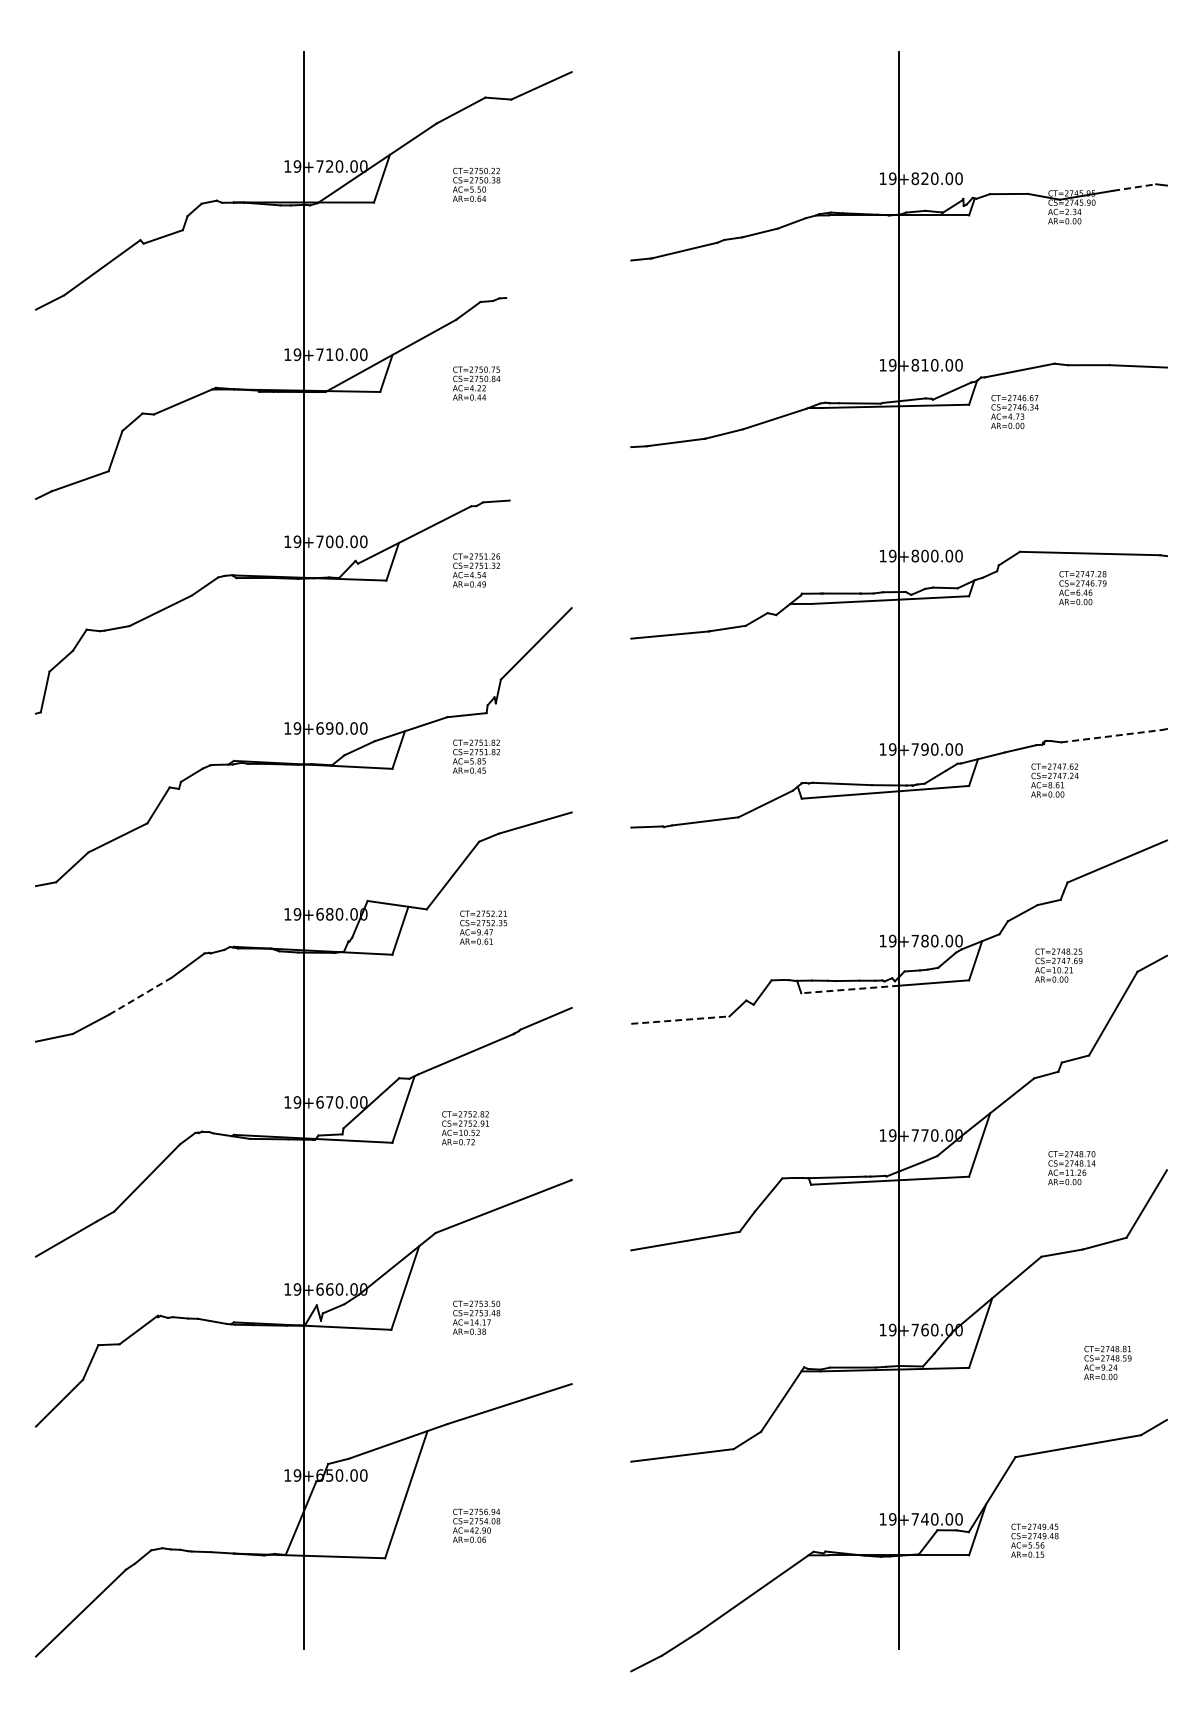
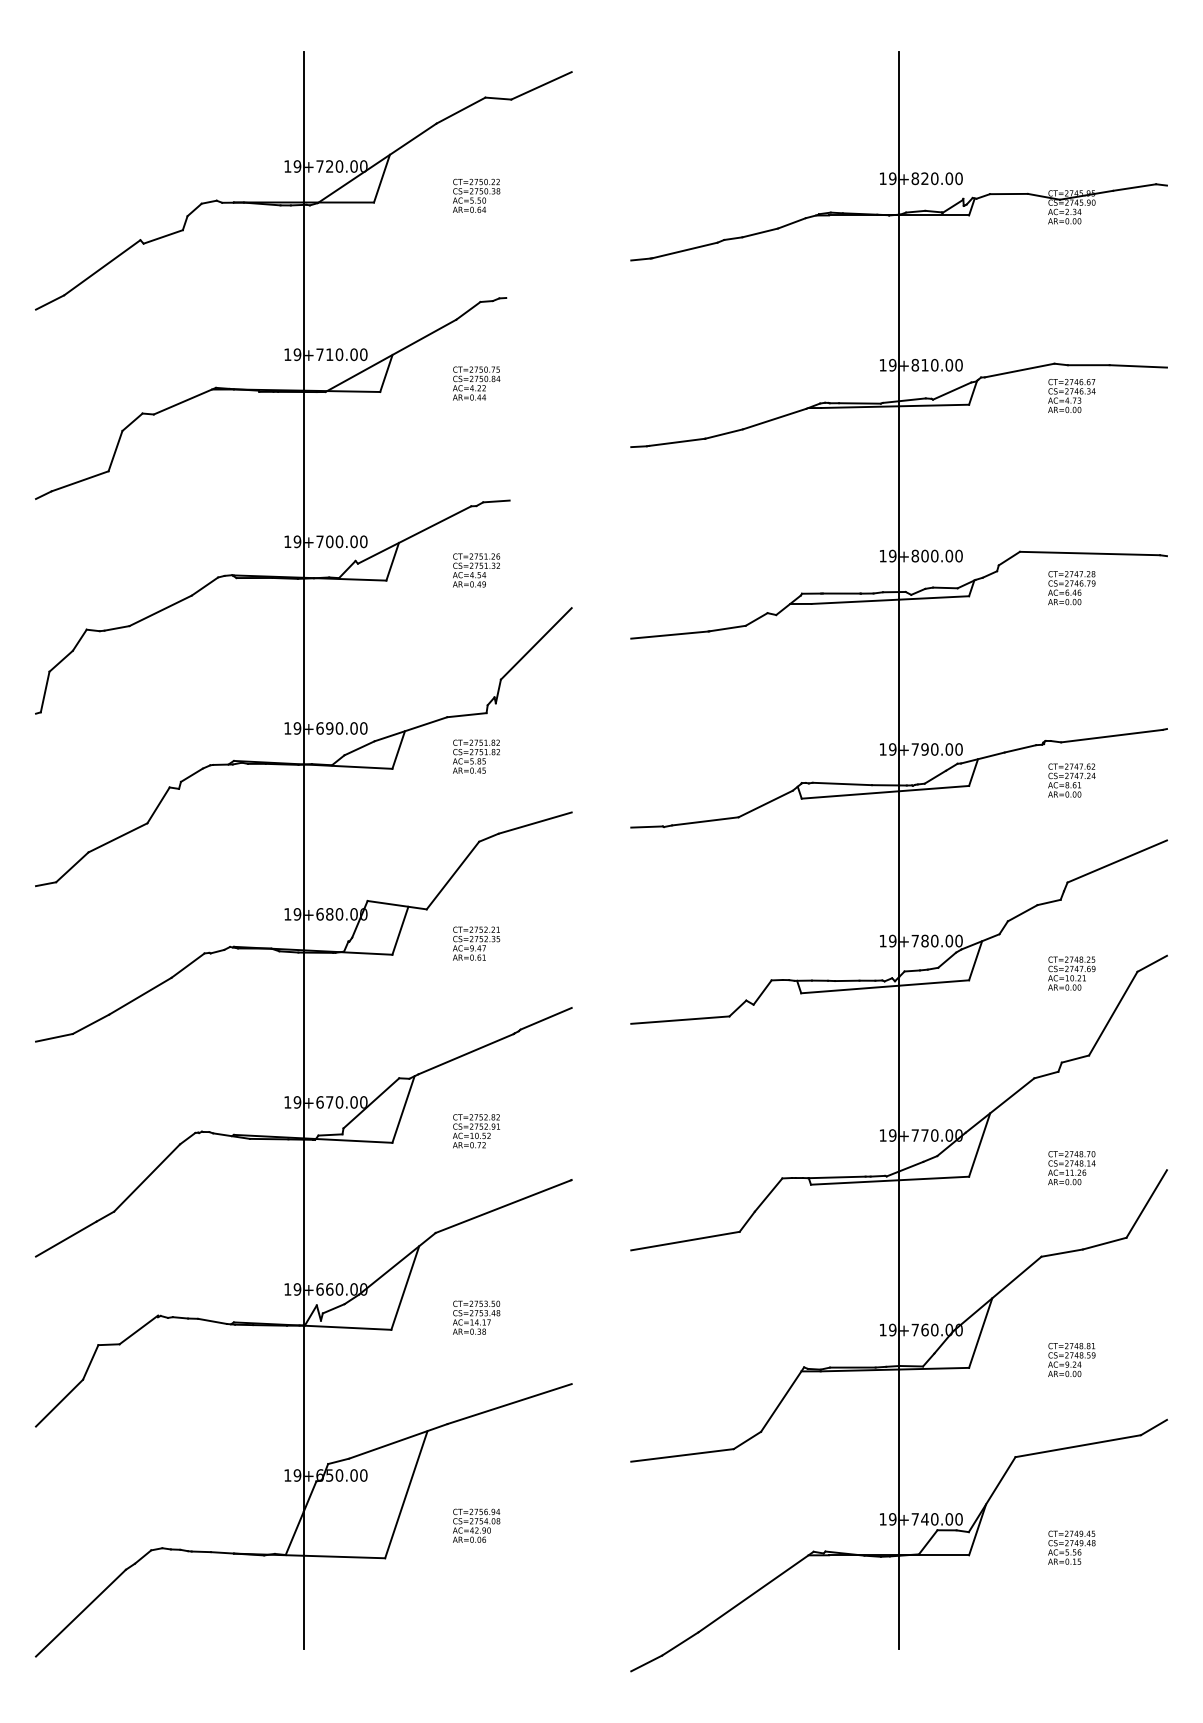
text at (476, 184) position: (476, 184) -> (476, 195)
line at (1134, 187): dashed -> solid
text at (1014, 411) position: (1014, 411) -> (1071, 395)
text at (1082, 588) position: (1082, 588) -> (1071, 588)
line at (1112, 736): dashed -> solid
text at (1054, 780) position: (1054, 780) -> (1071, 780)
text at (483, 927) position: (483, 927) -> (476, 943)
text at (1058, 965) position: (1058, 965) -> (1071, 973)
line at (849, 989): dashed -> solid
line at (140, 996): dashed -> solid
line at (680, 1020): dashed -> solid
text at (465, 1128) position: (465, 1128) -> (476, 1131)
text at (1107, 1363) position: (1107, 1363) -> (1071, 1360)
text at (1034, 1540) position: (1034, 1540) -> (1071, 1547)
